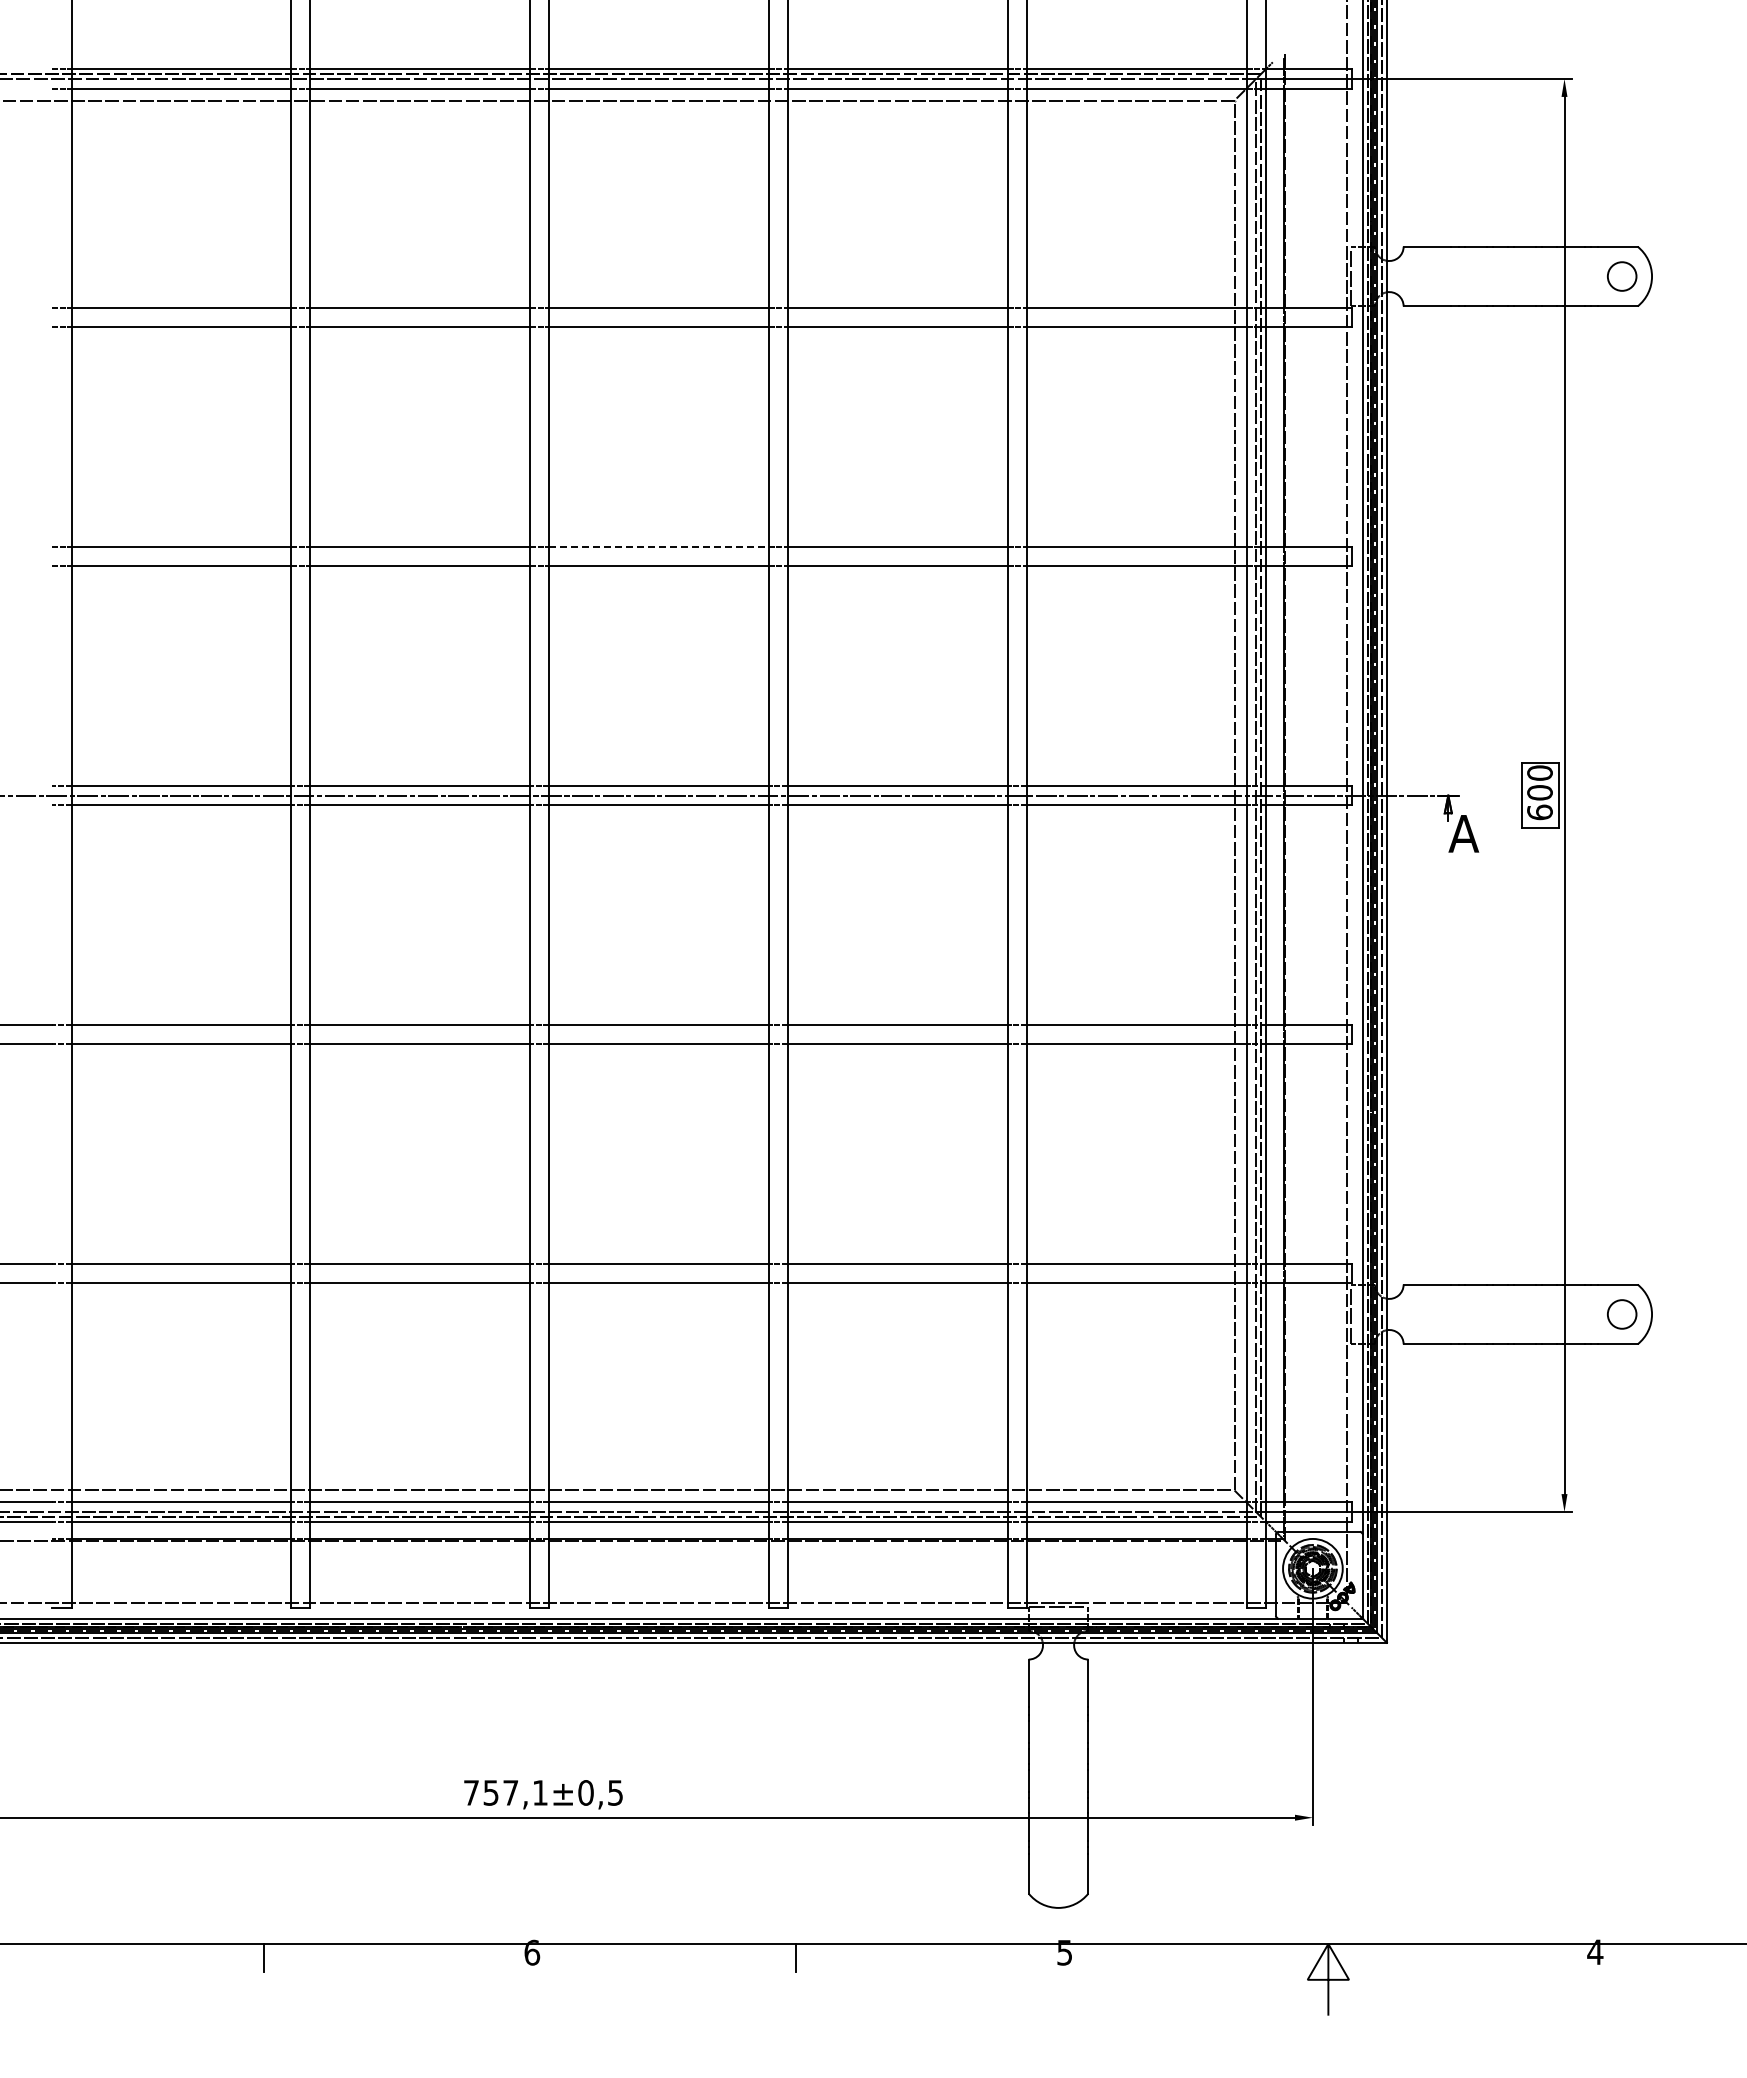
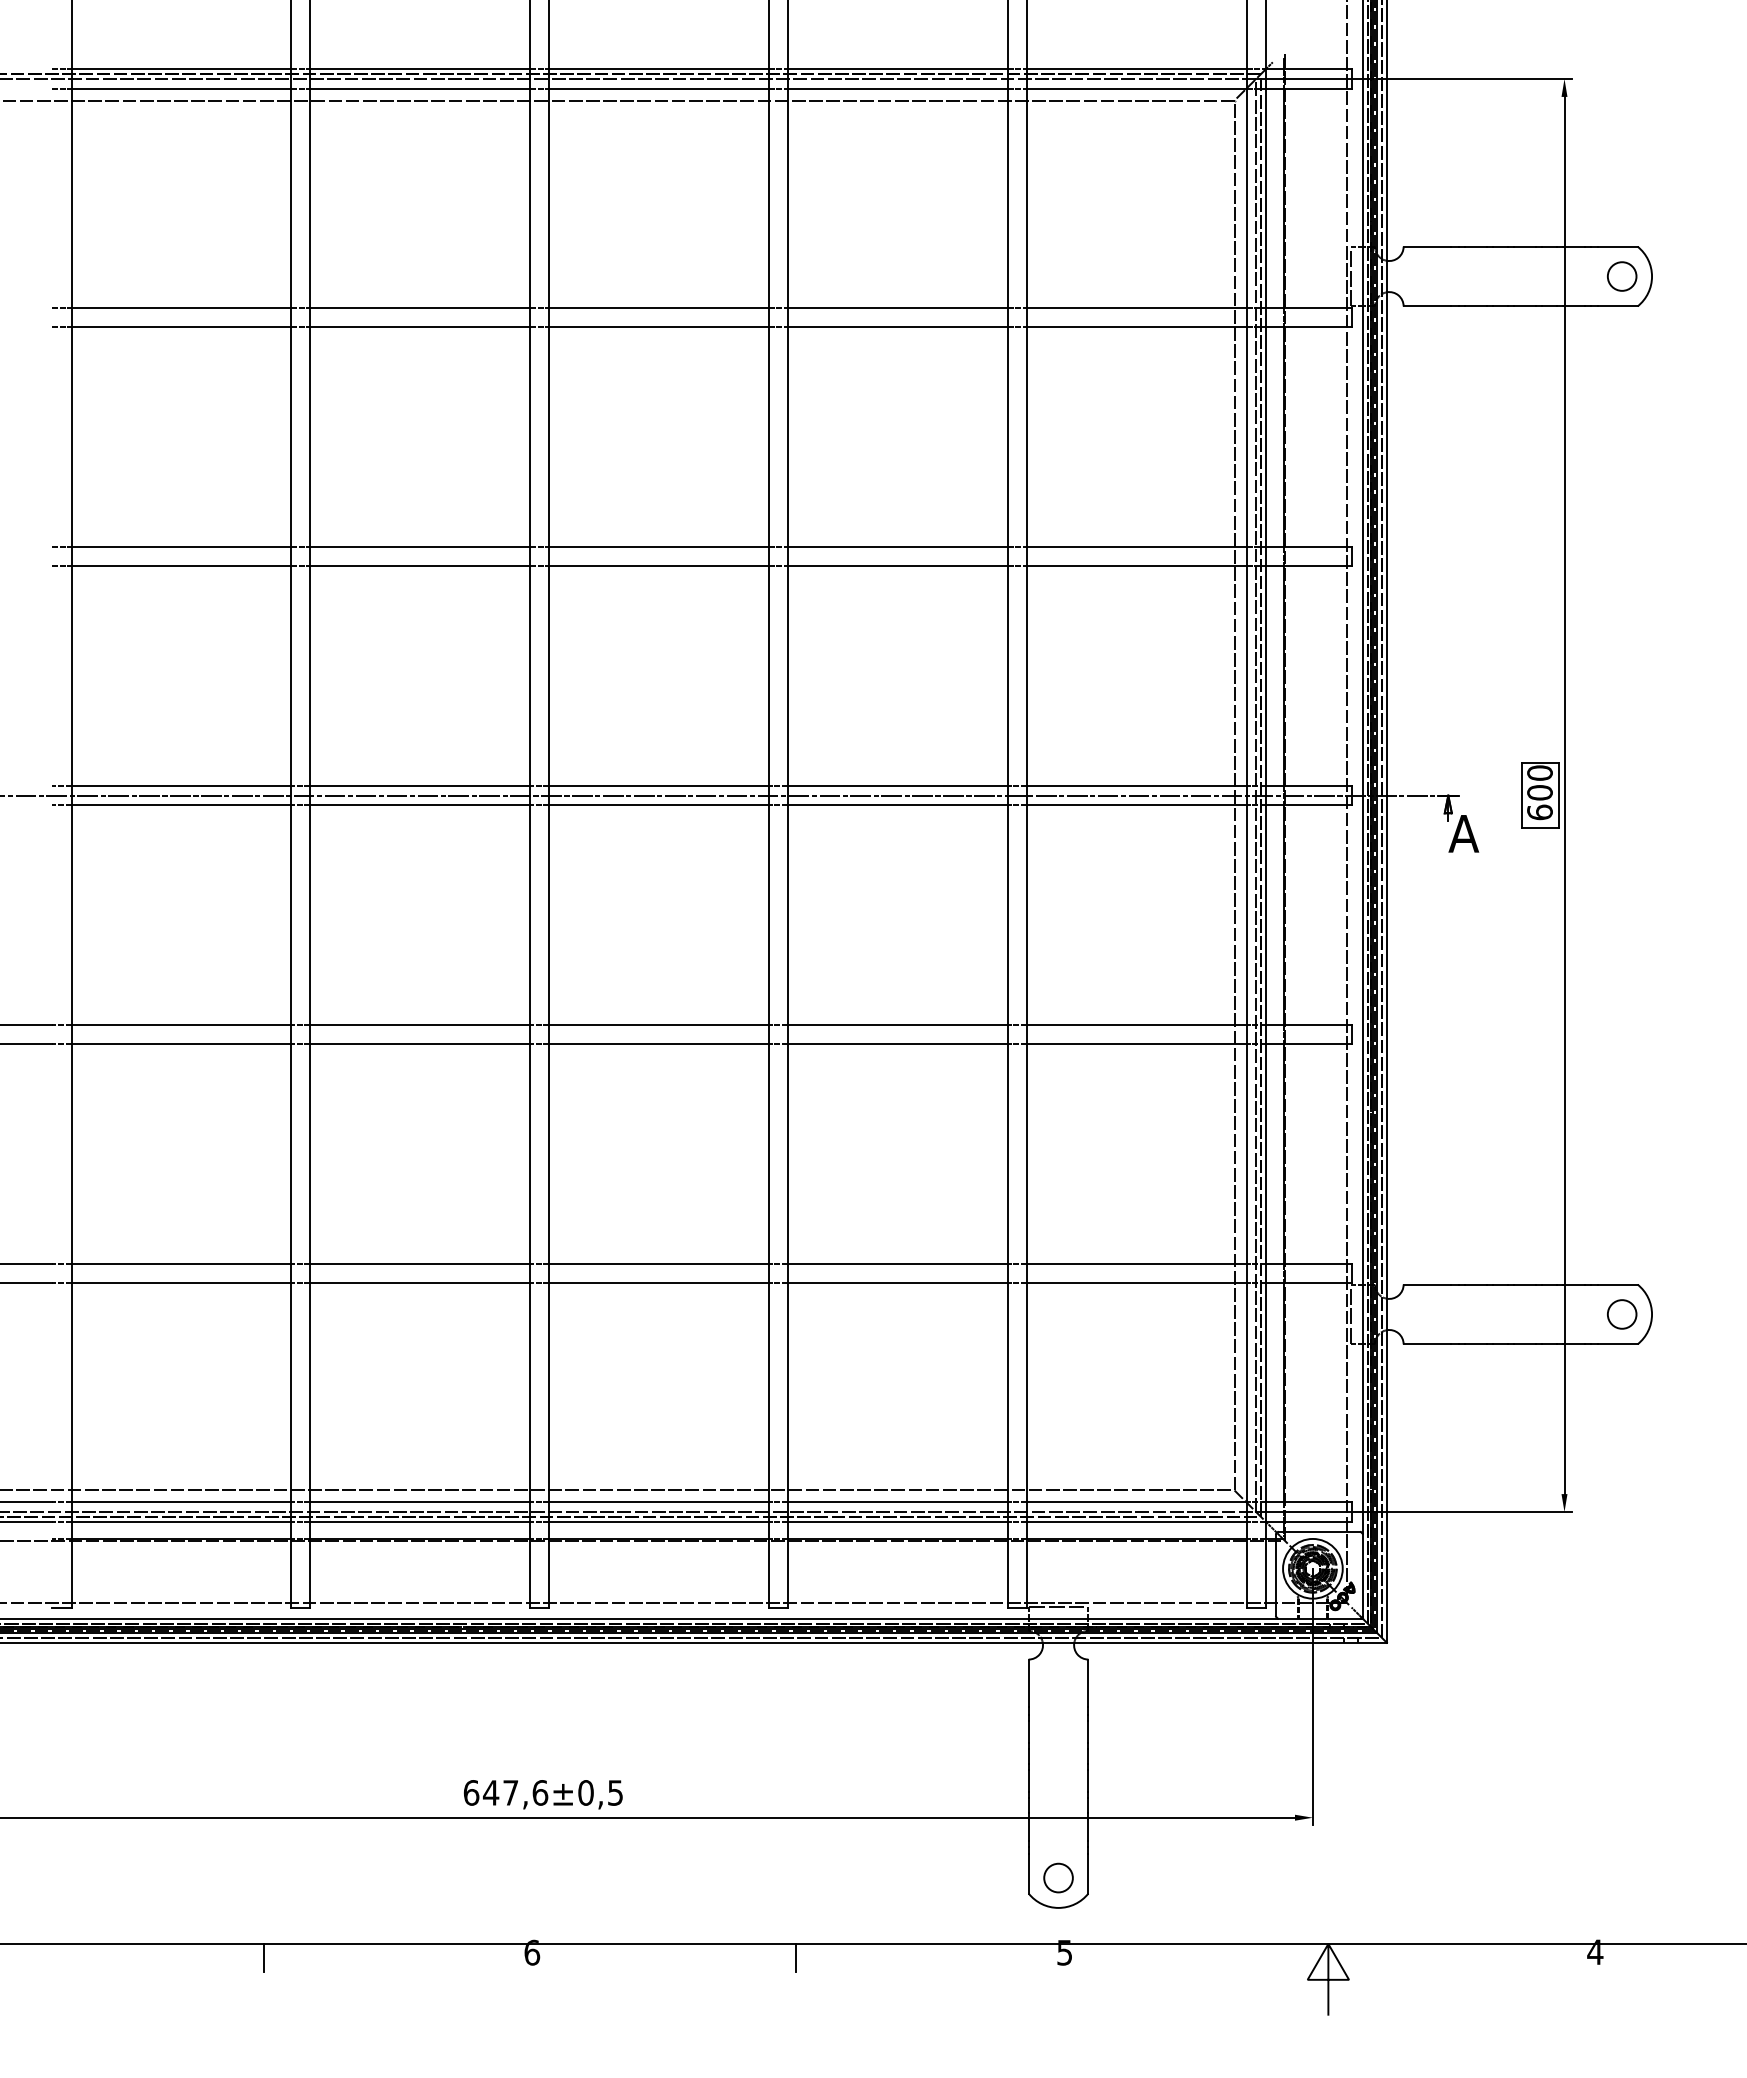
line at (659, 547): dashed -> solid
text at (505, 1792): 757,1 -> 647,6
circle at (1058, 1877): none -> present
